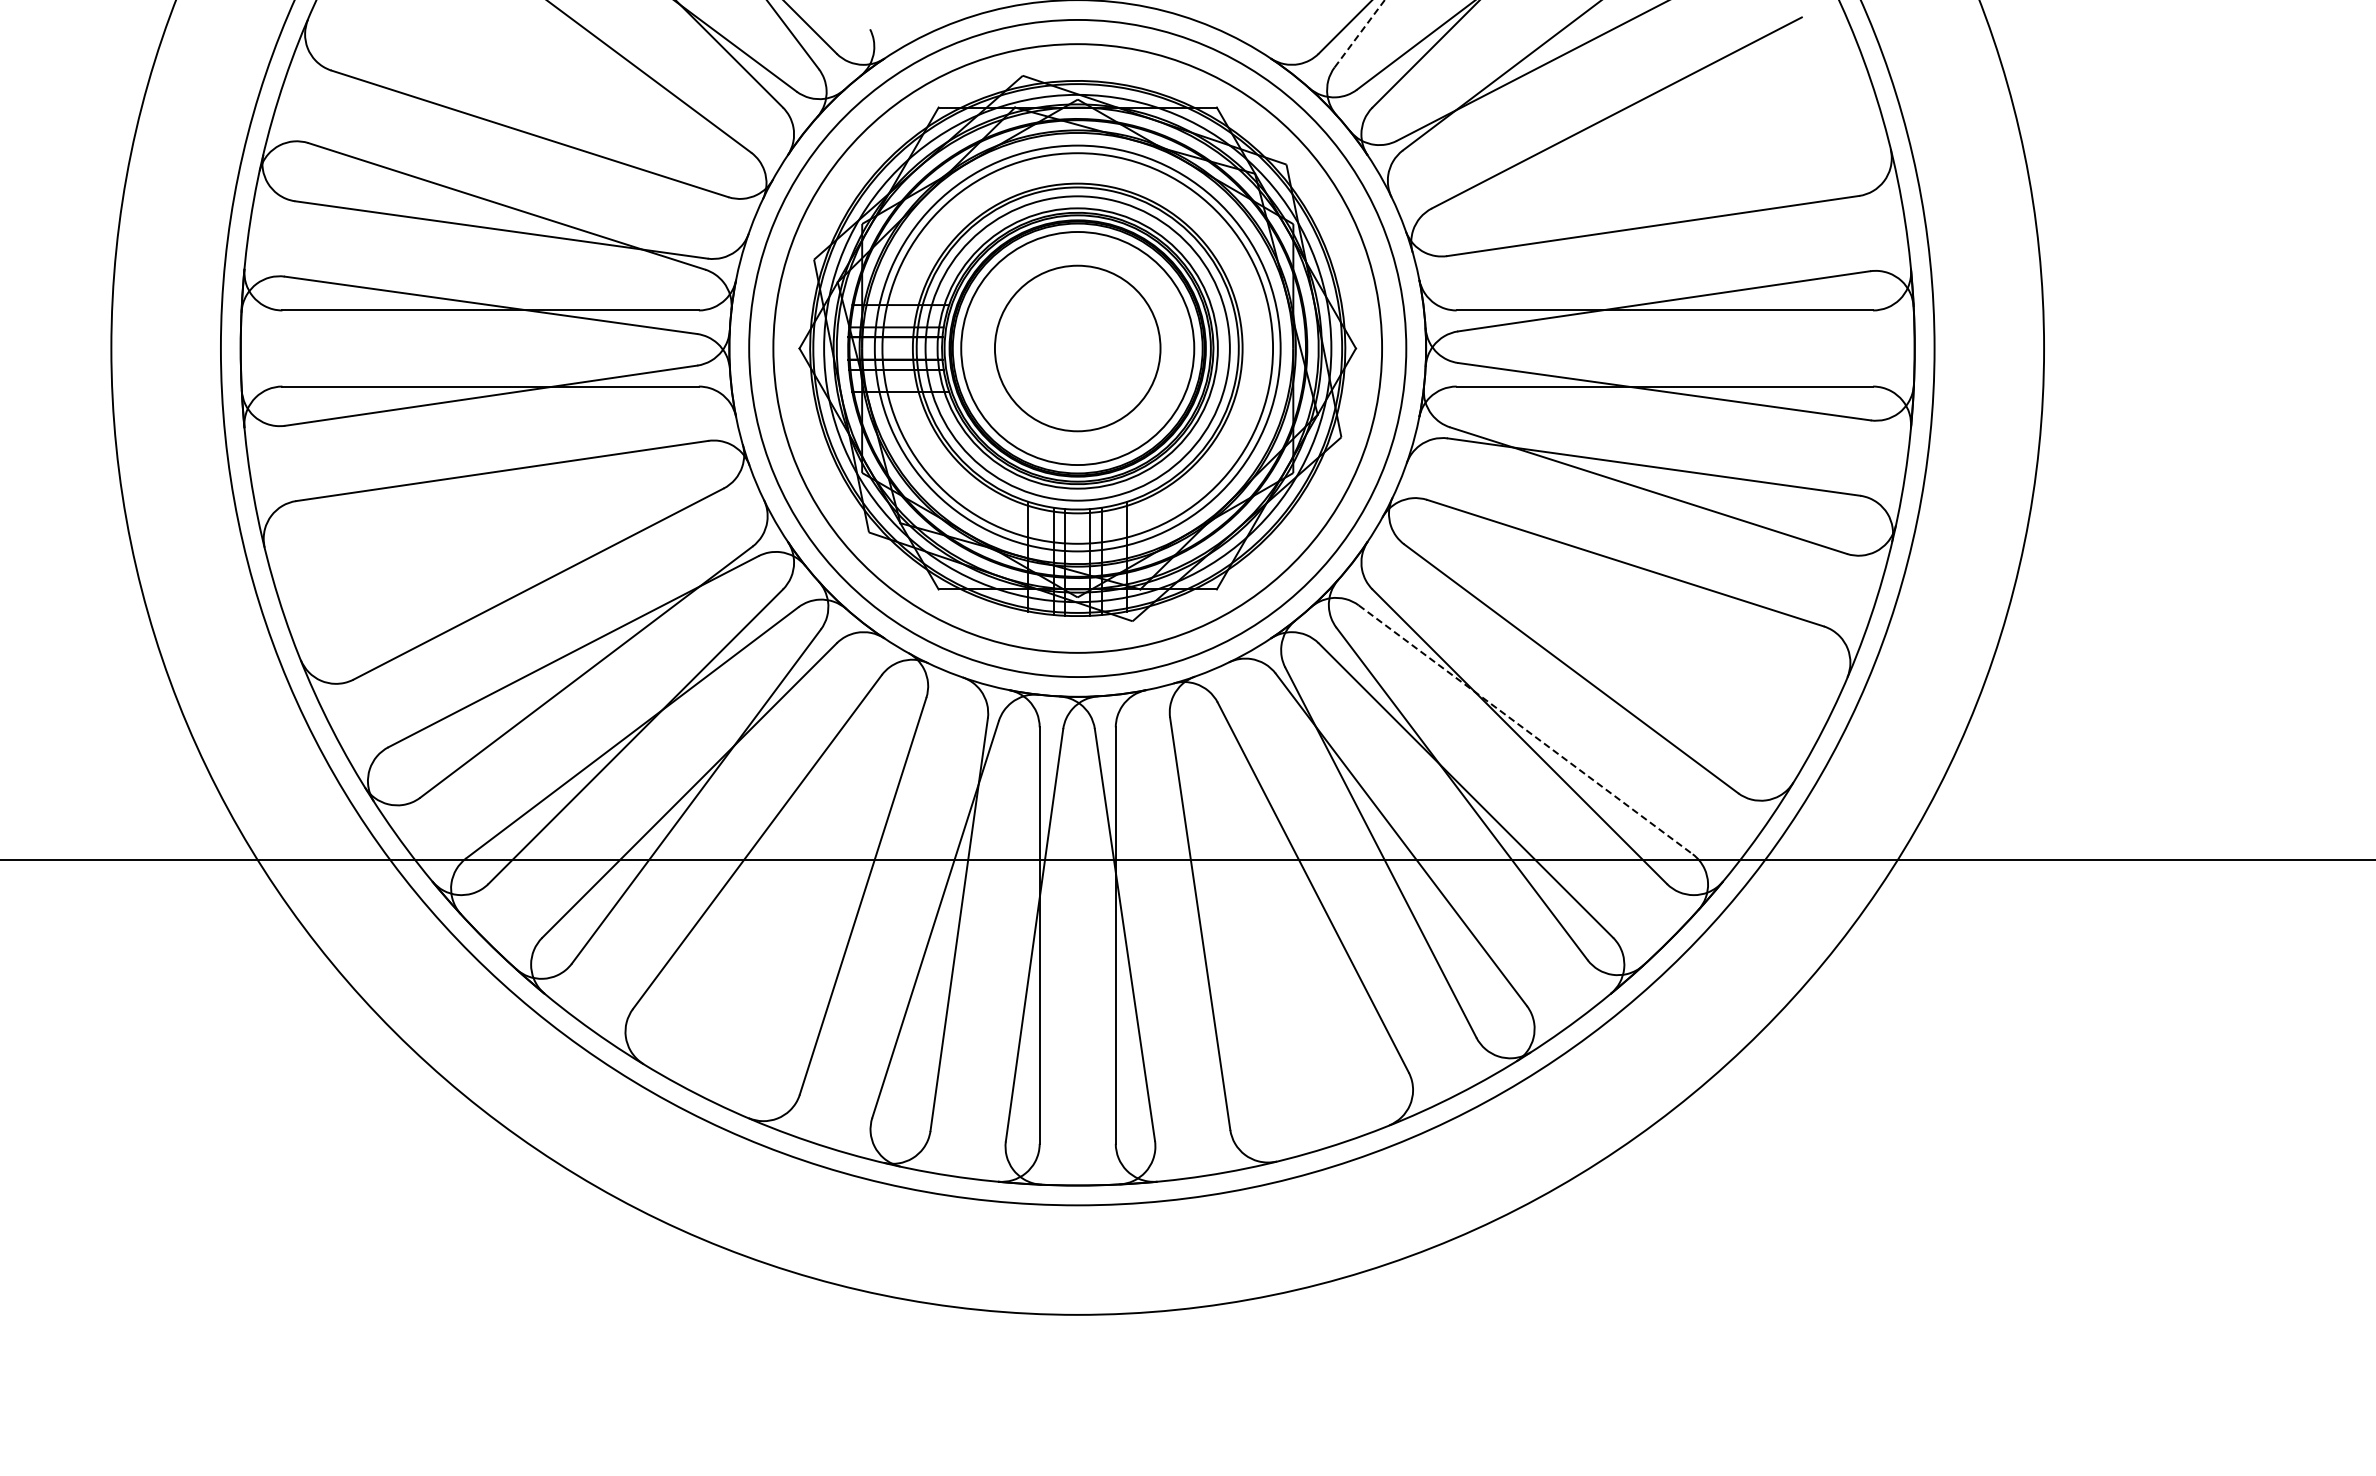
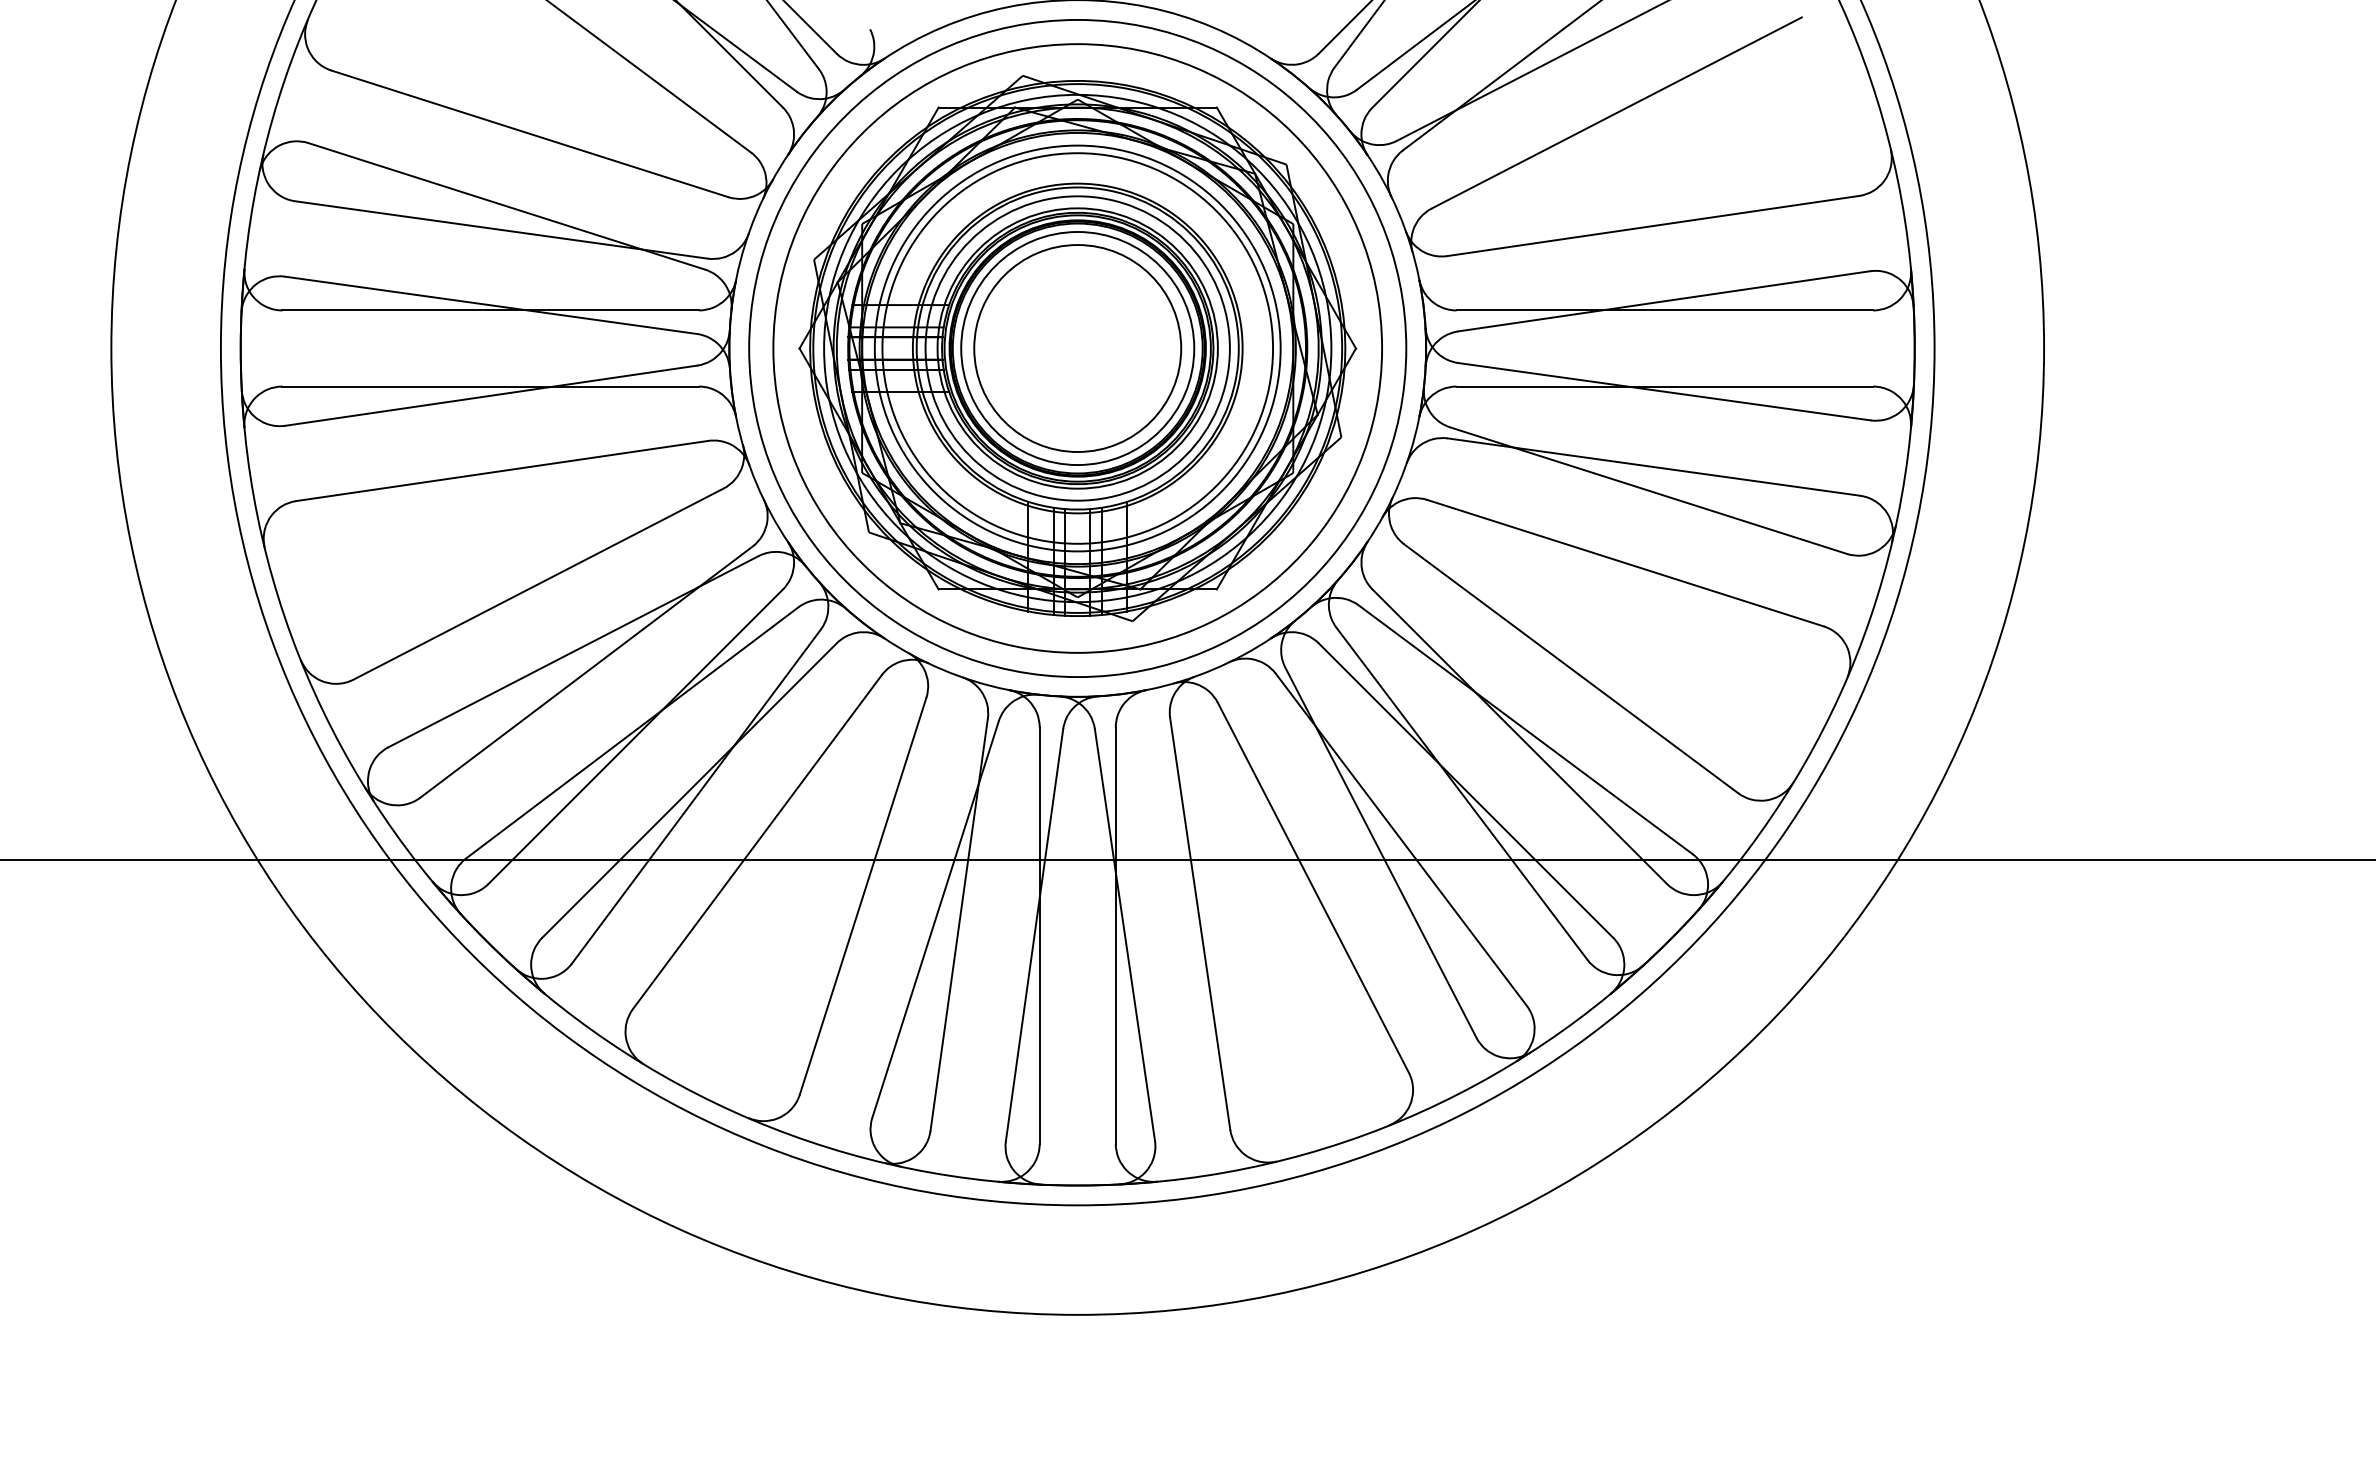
line at (1359, 33): dashed -> solid
circle at (1077, 348) diameter: 166 px -> 207 px
line at (1526, 730): dashed -> solid
